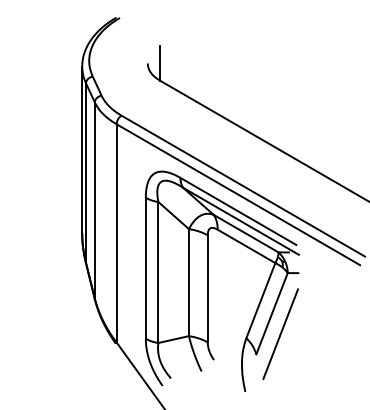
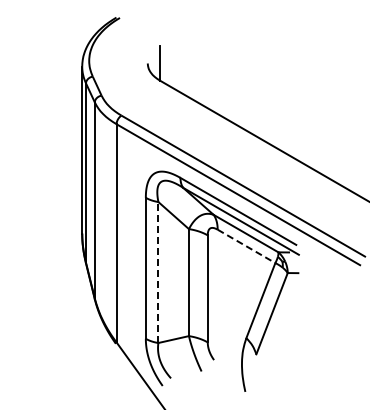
line at (246, 246): solid -> dashed
line at (158, 272): solid -> dashed
line at (280, 333): present -> none
